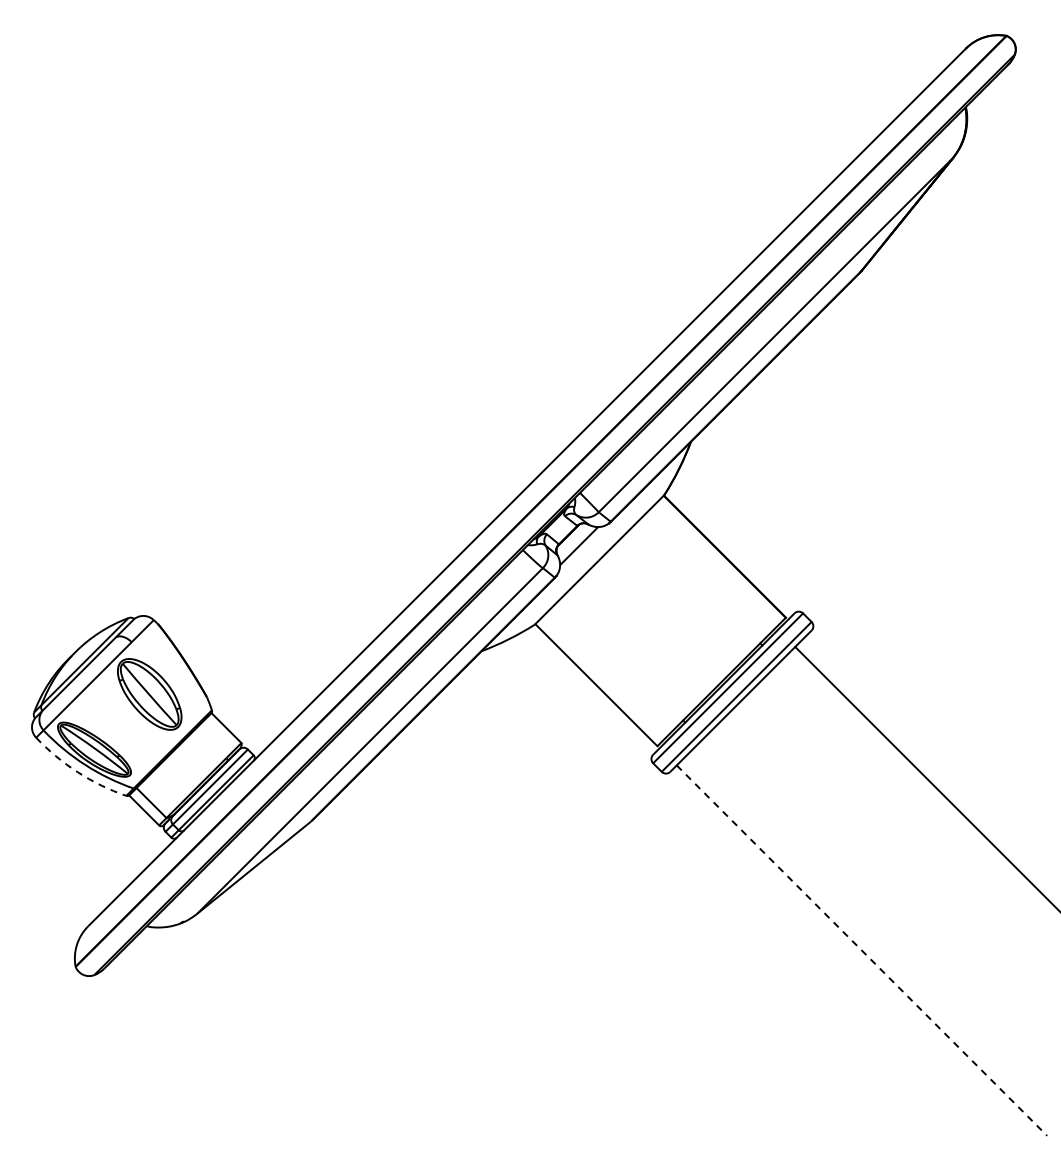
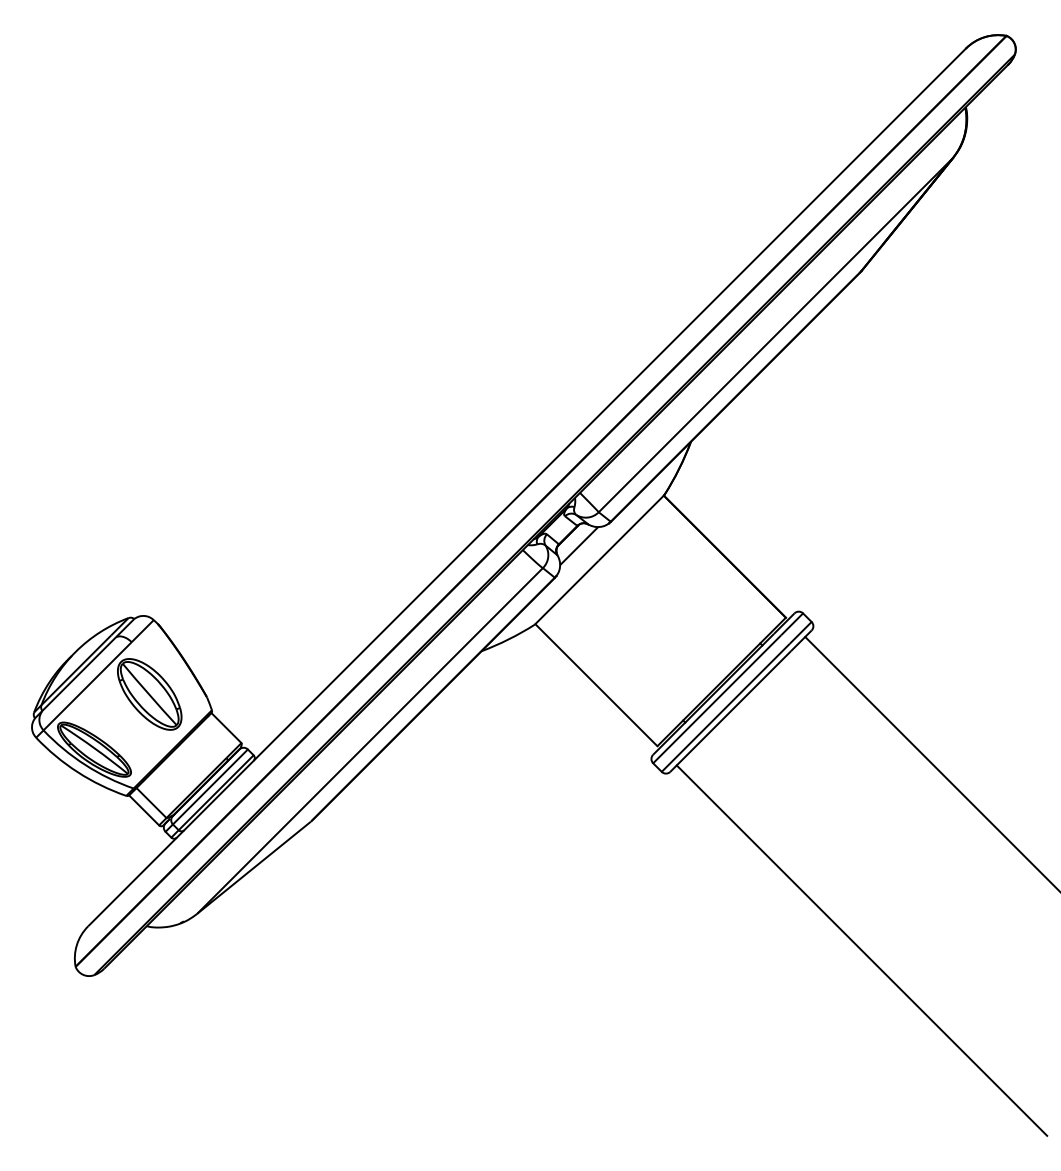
arc at (77, 772): dashed -> solid
line at (926, 777) position: (926, 777) -> (931, 762)
line at (861, 950): dashed -> solid
